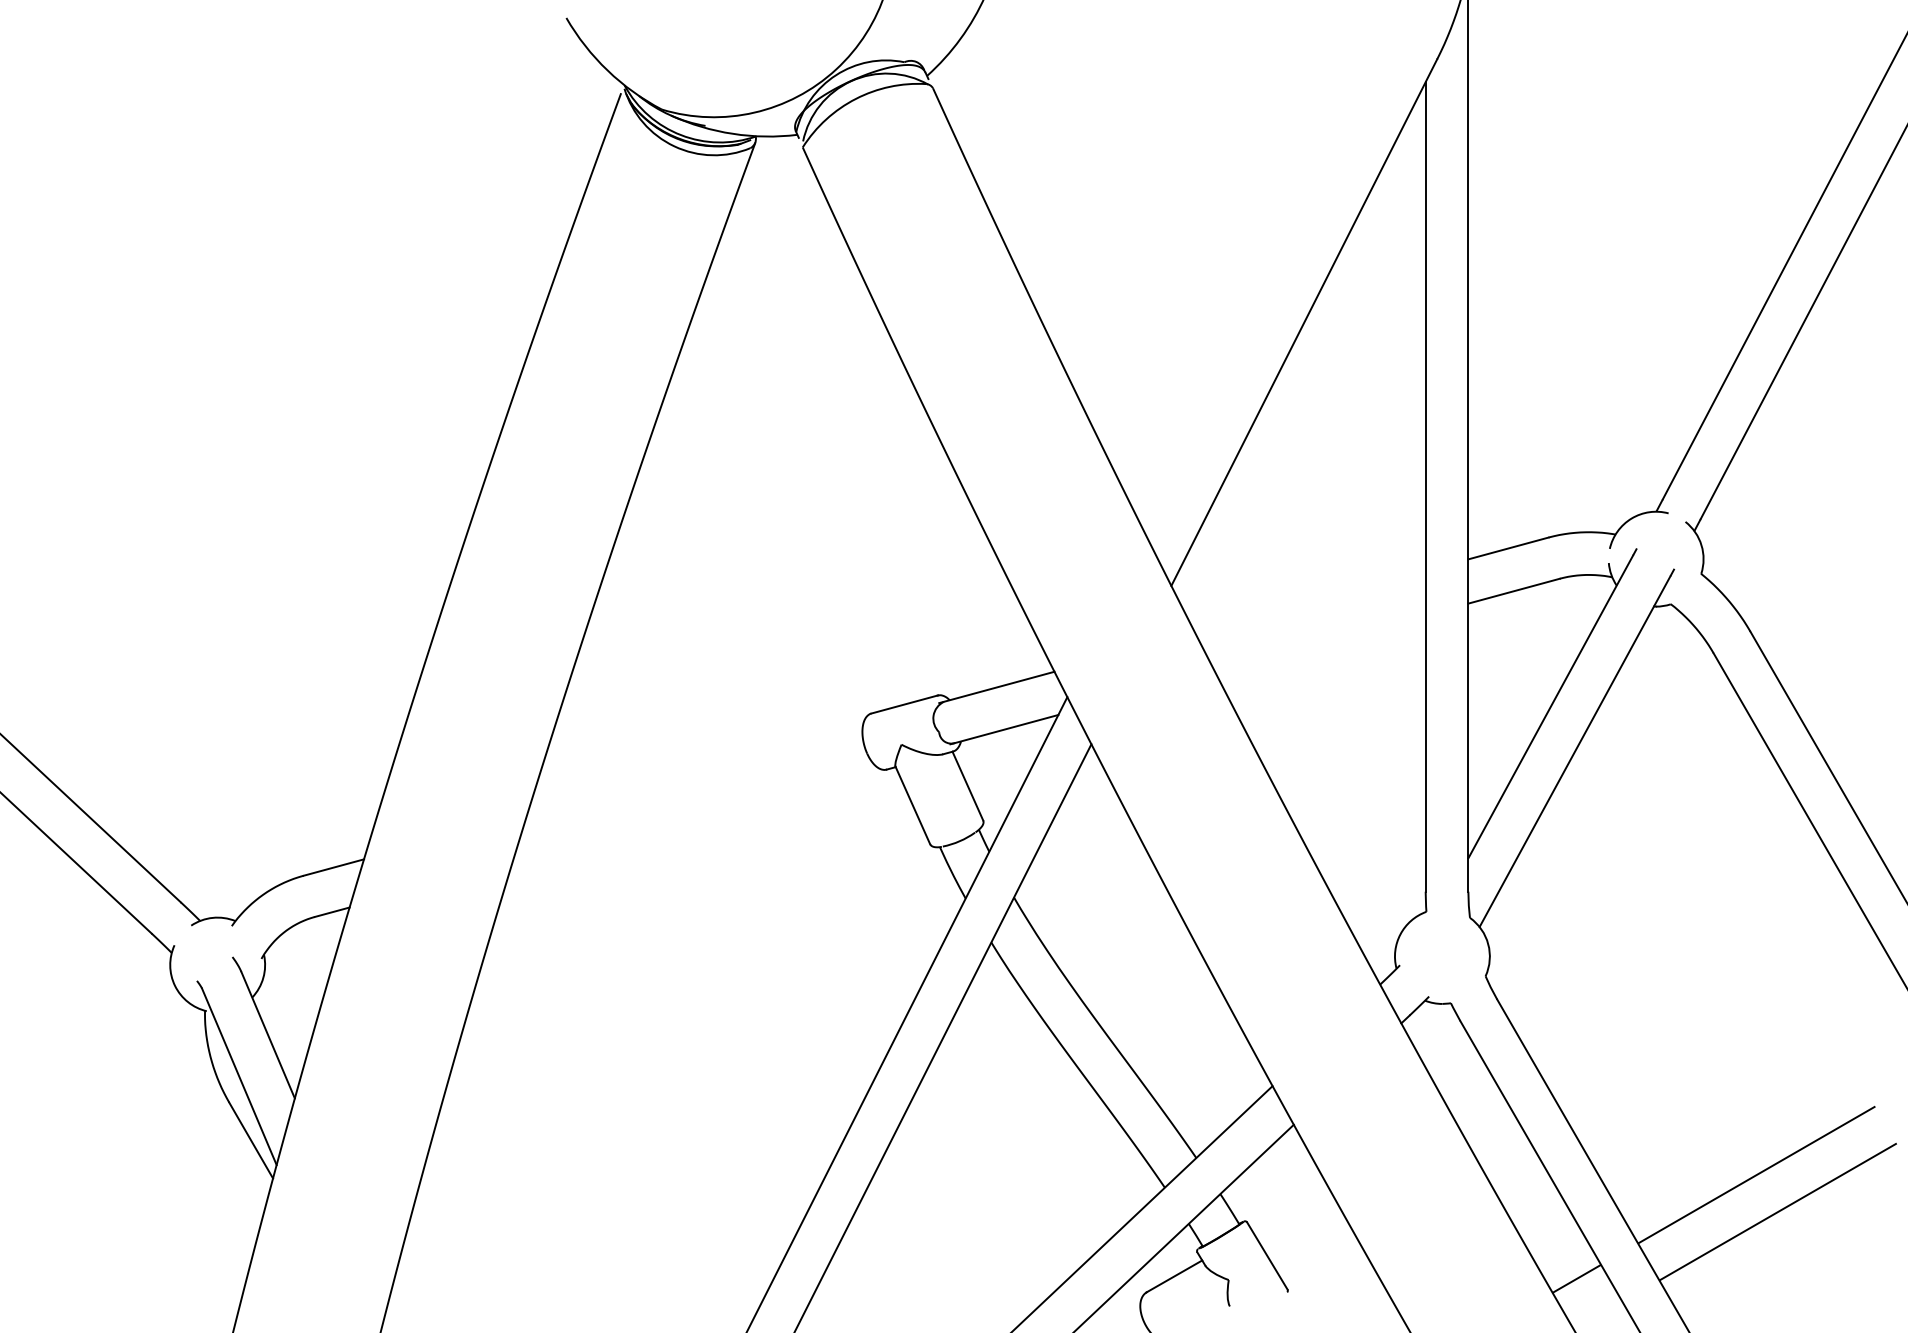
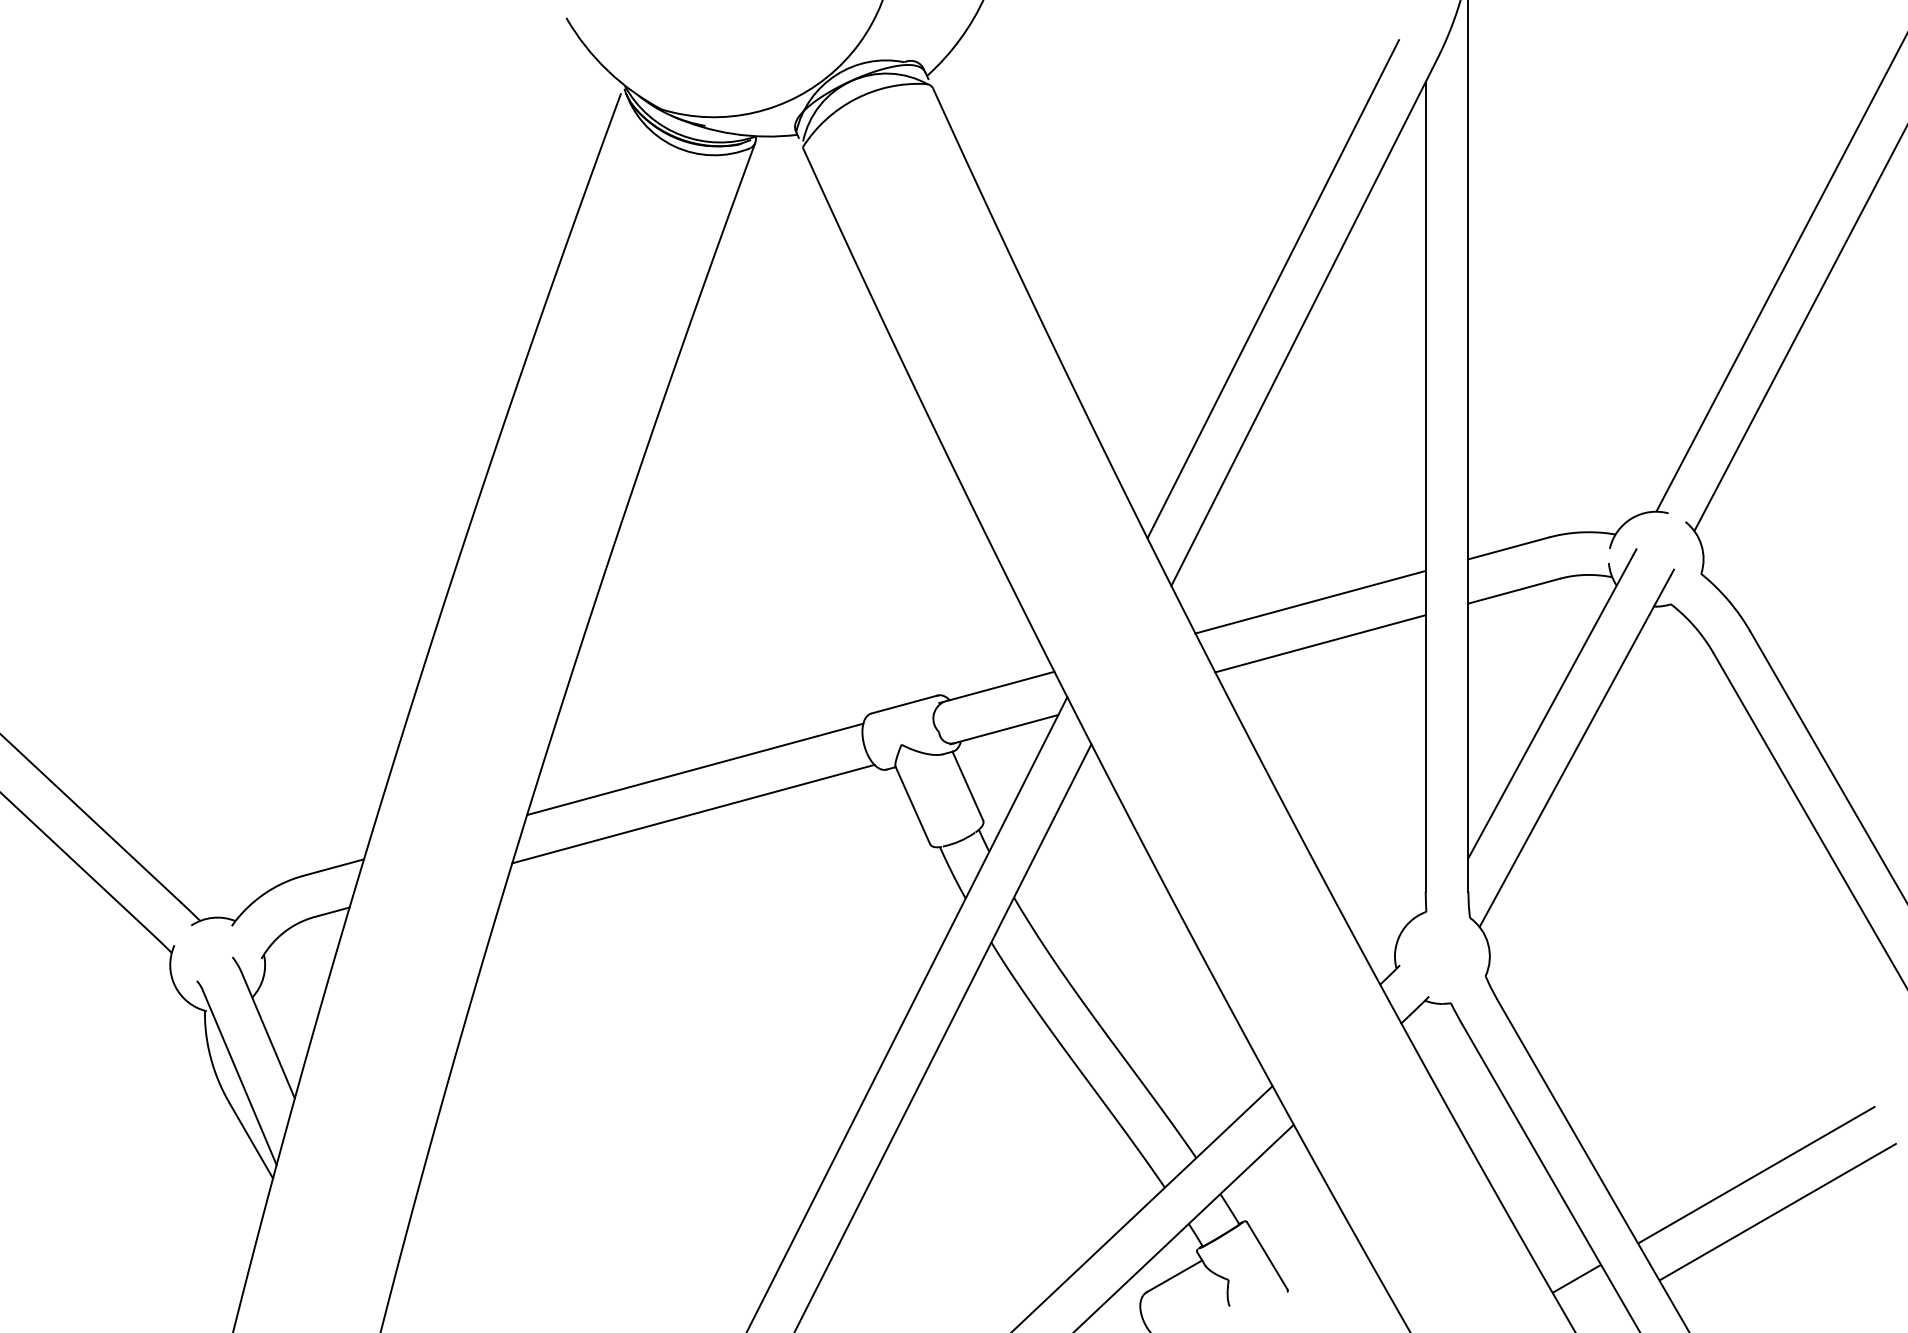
line at (1273, 289): none -> present
line at (1310, 601): none -> present
line at (1320, 643): none -> present
line at (695, 769): none -> present
line at (693, 813): none -> present
